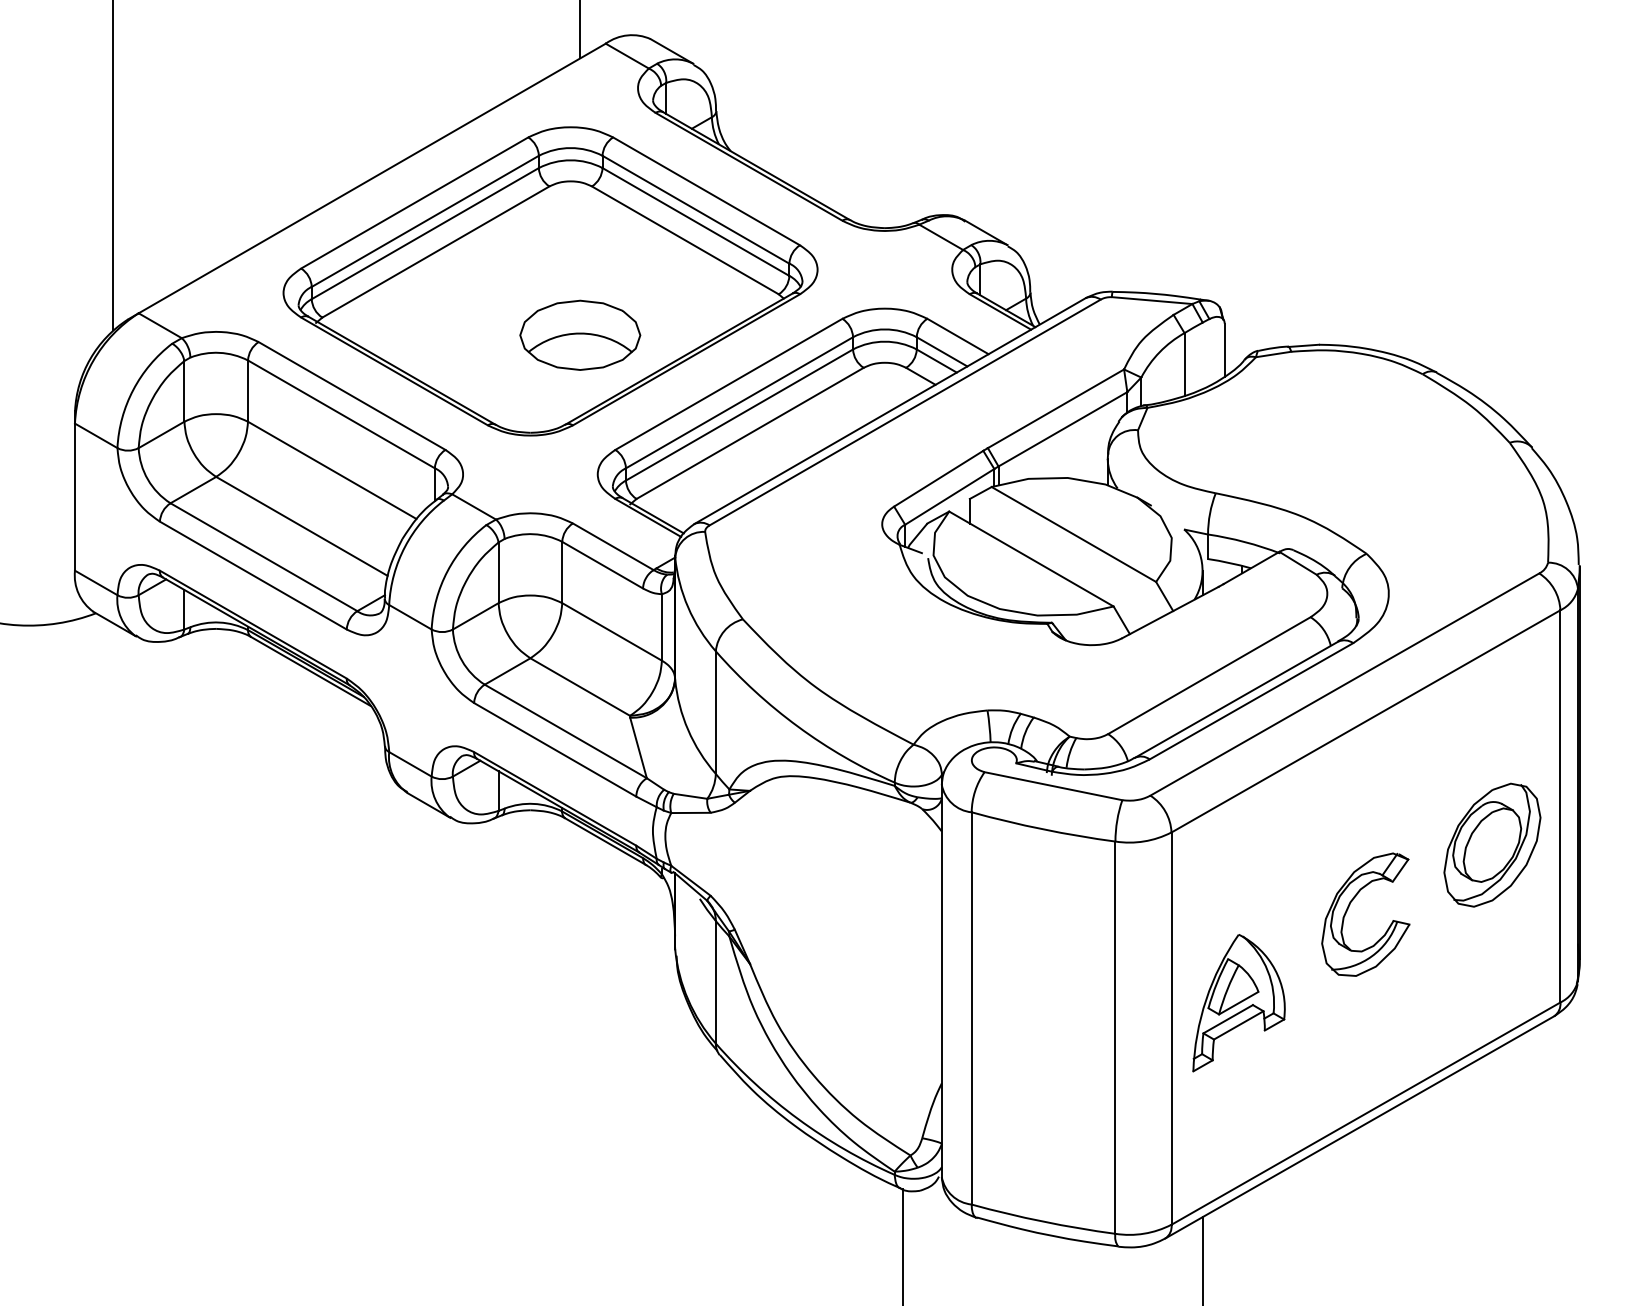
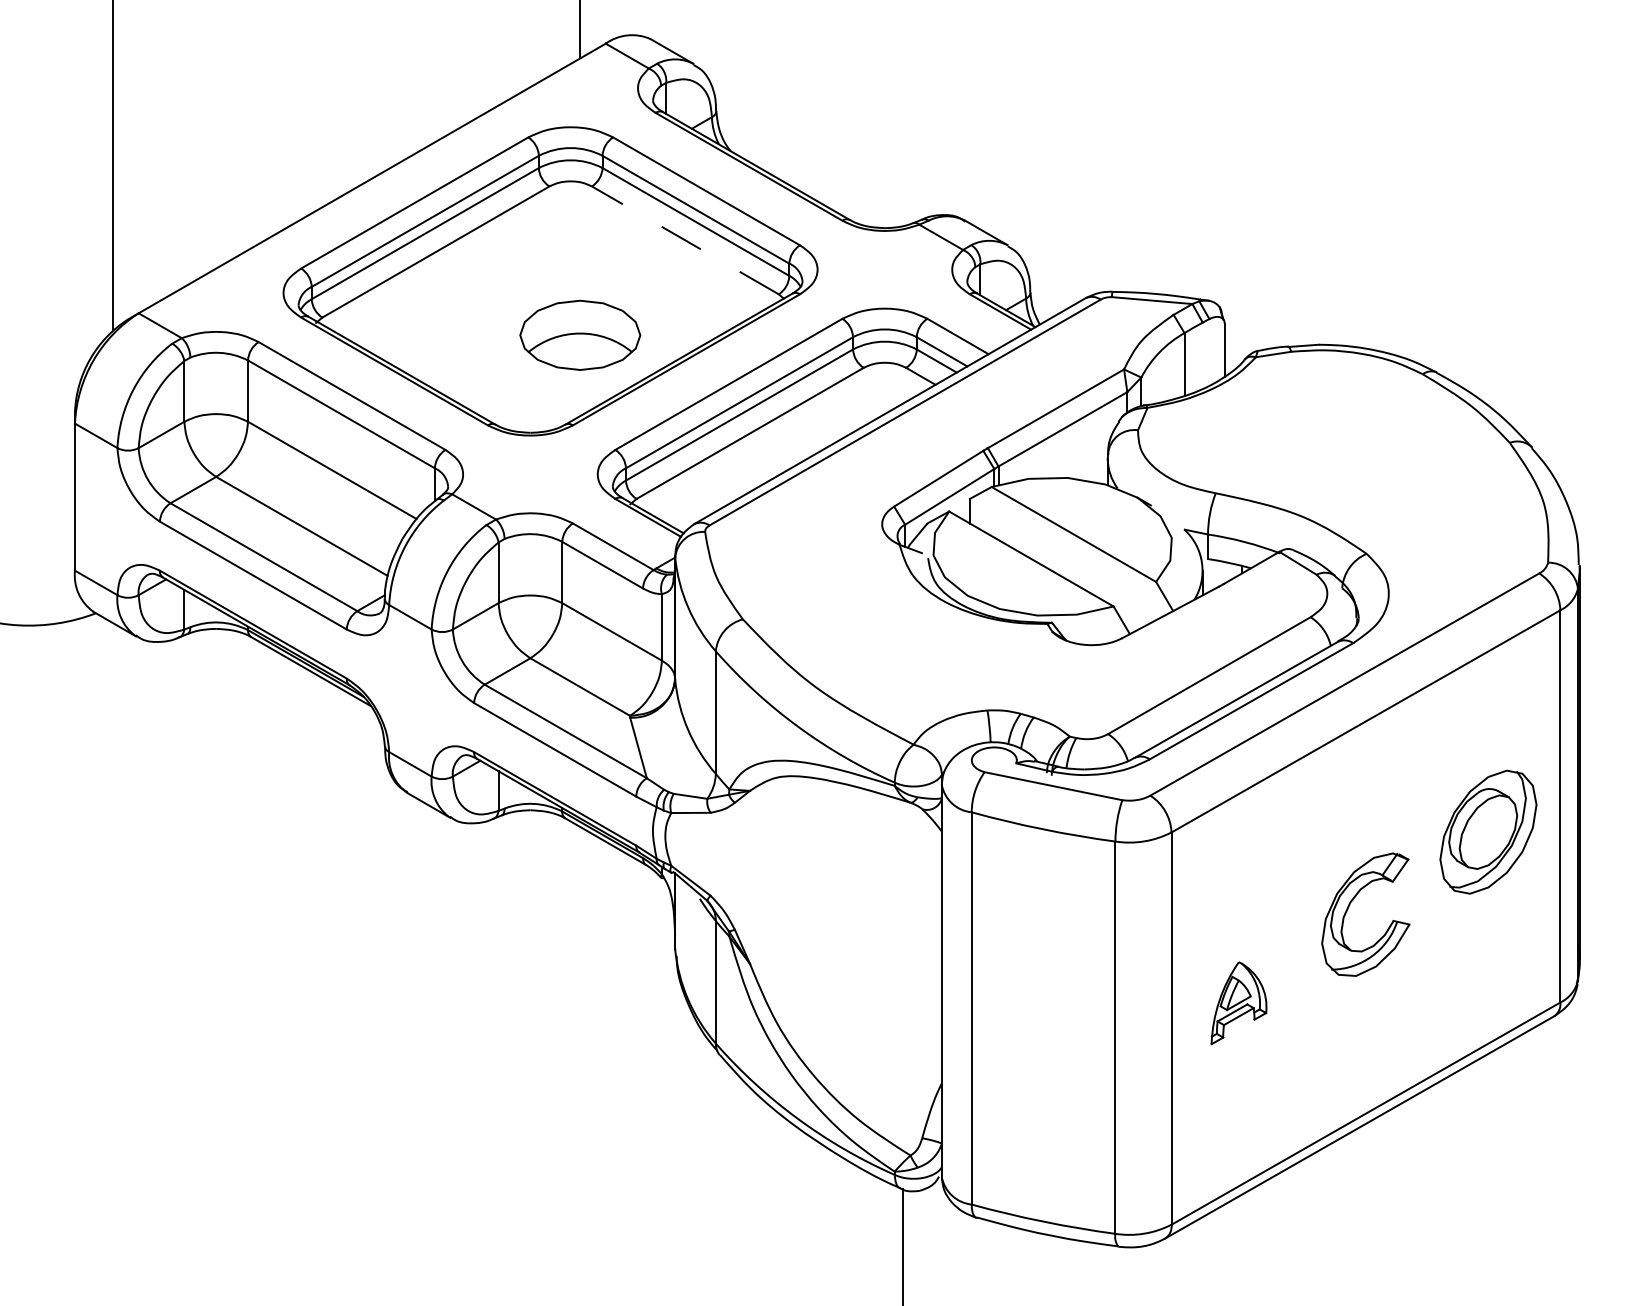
line at (685, 240): solid -> dashed
part at (1492, 844) position: (1492, 844) -> (1488, 831)
part at (1238, 1003) size: 94x139 px -> 58x85 px
line at (1202, 1259): present -> none
